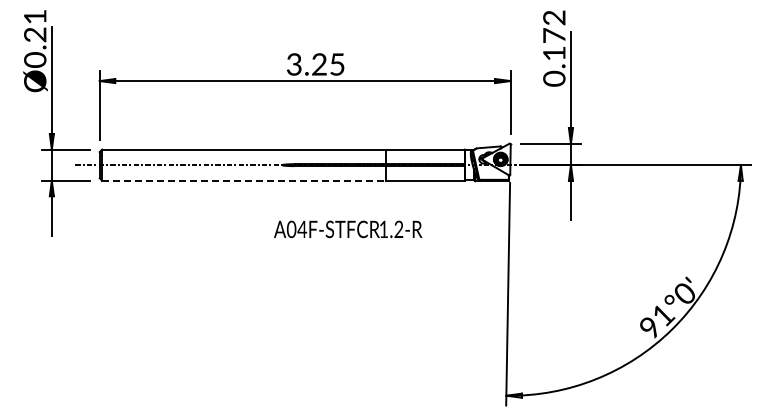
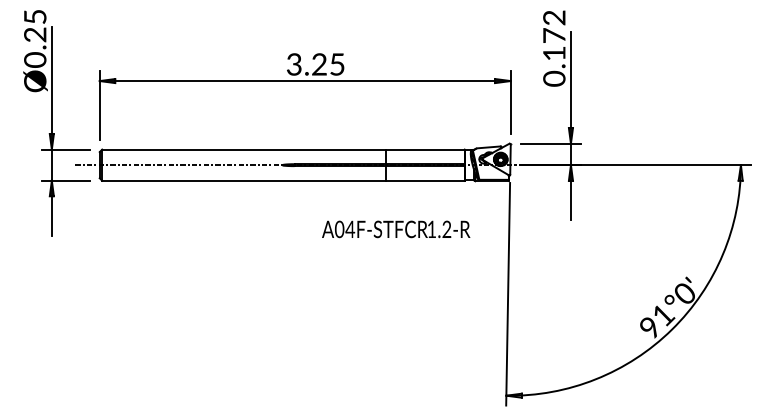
text at (35, 16): Ø0.21 -> Ø0.25
line at (244, 180): dashed -> solid
text at (348, 229) position: (348, 229) -> (396, 229)
